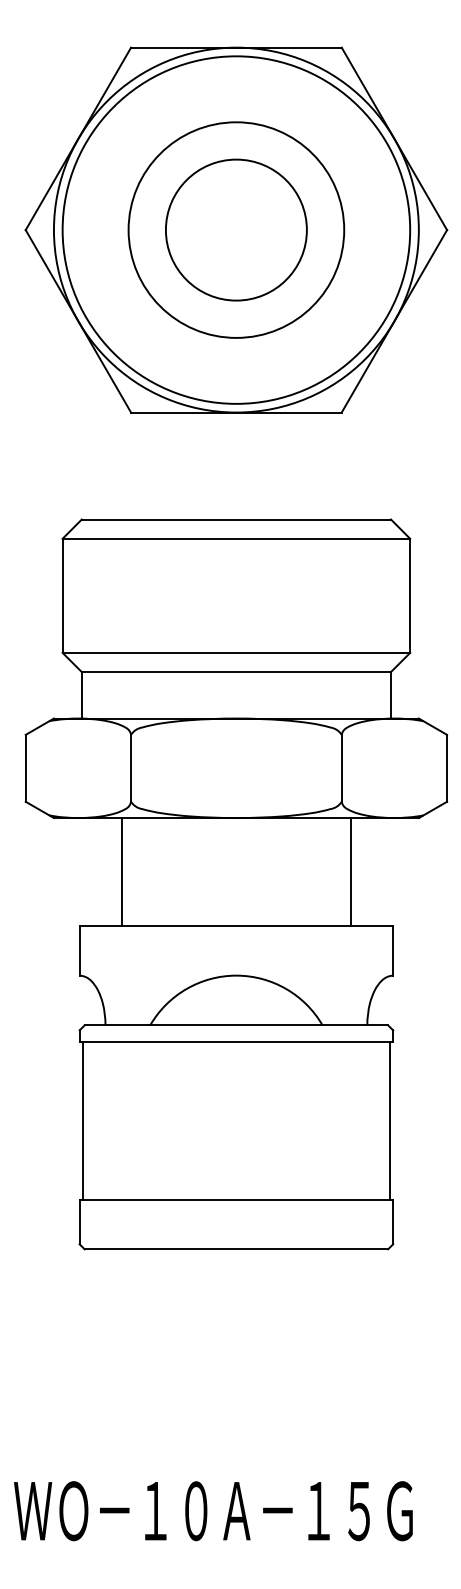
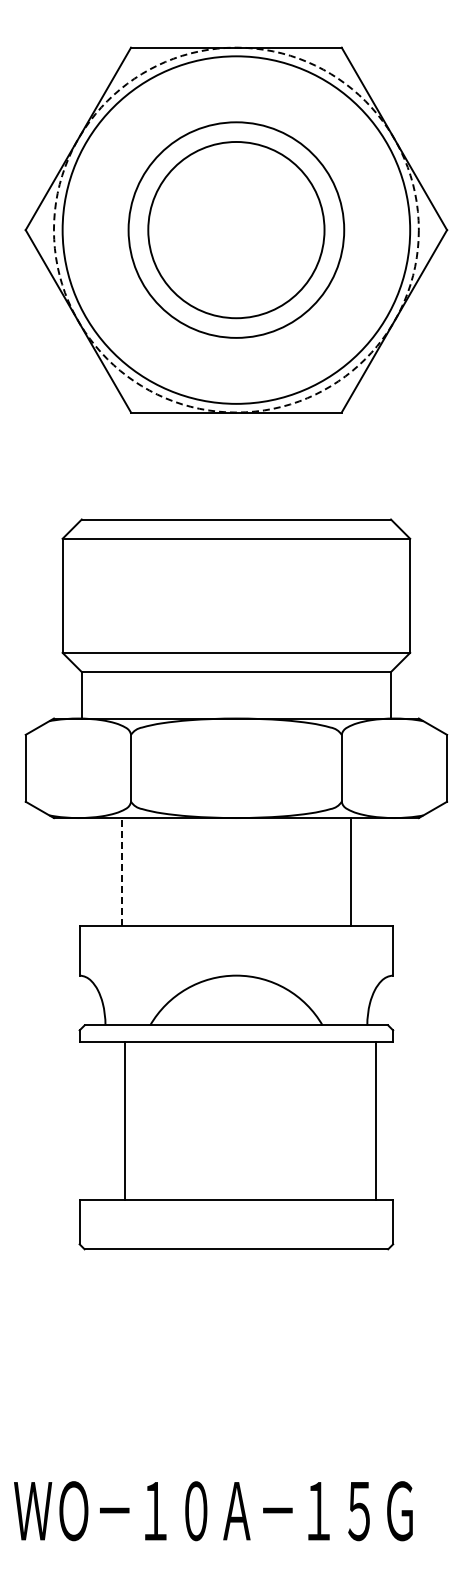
circle at (235, 229) diameter: 141 px -> 176 px
circle at (235, 229): solid -> dashed
line at (121, 871): solid -> dashed
line at (82, 1120) position: (82, 1120) -> (124, 1120)
line at (389, 1120) position: (389, 1120) -> (375, 1120)
